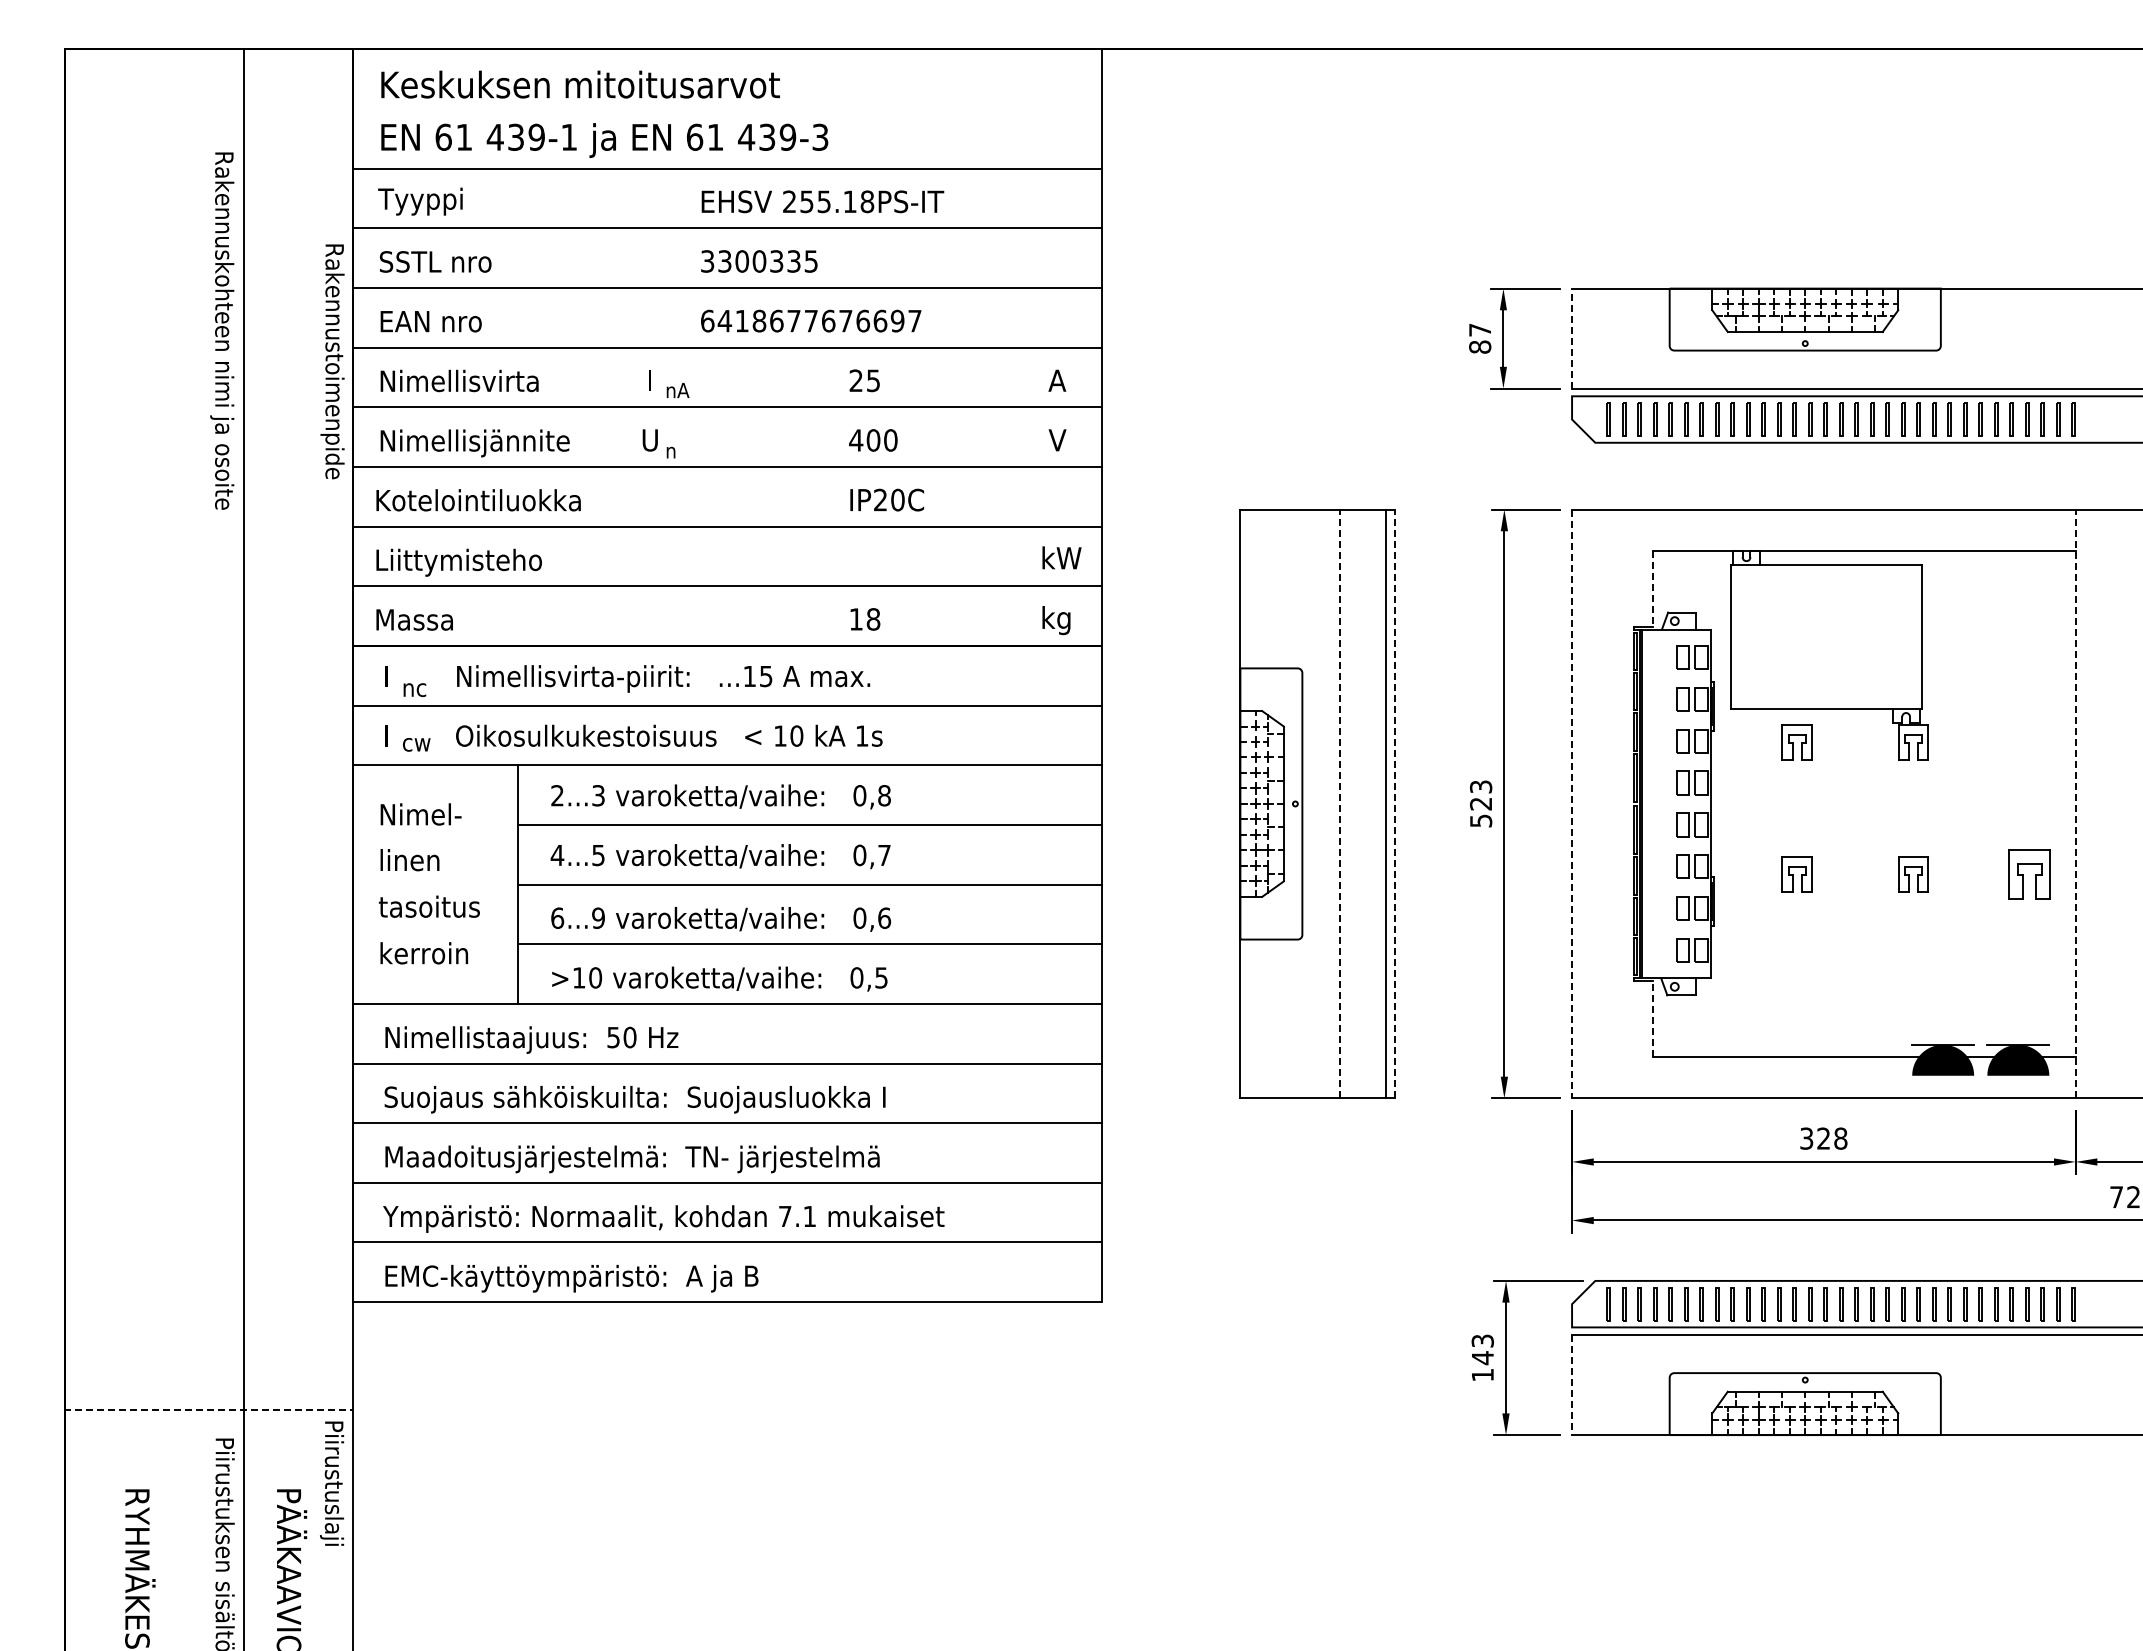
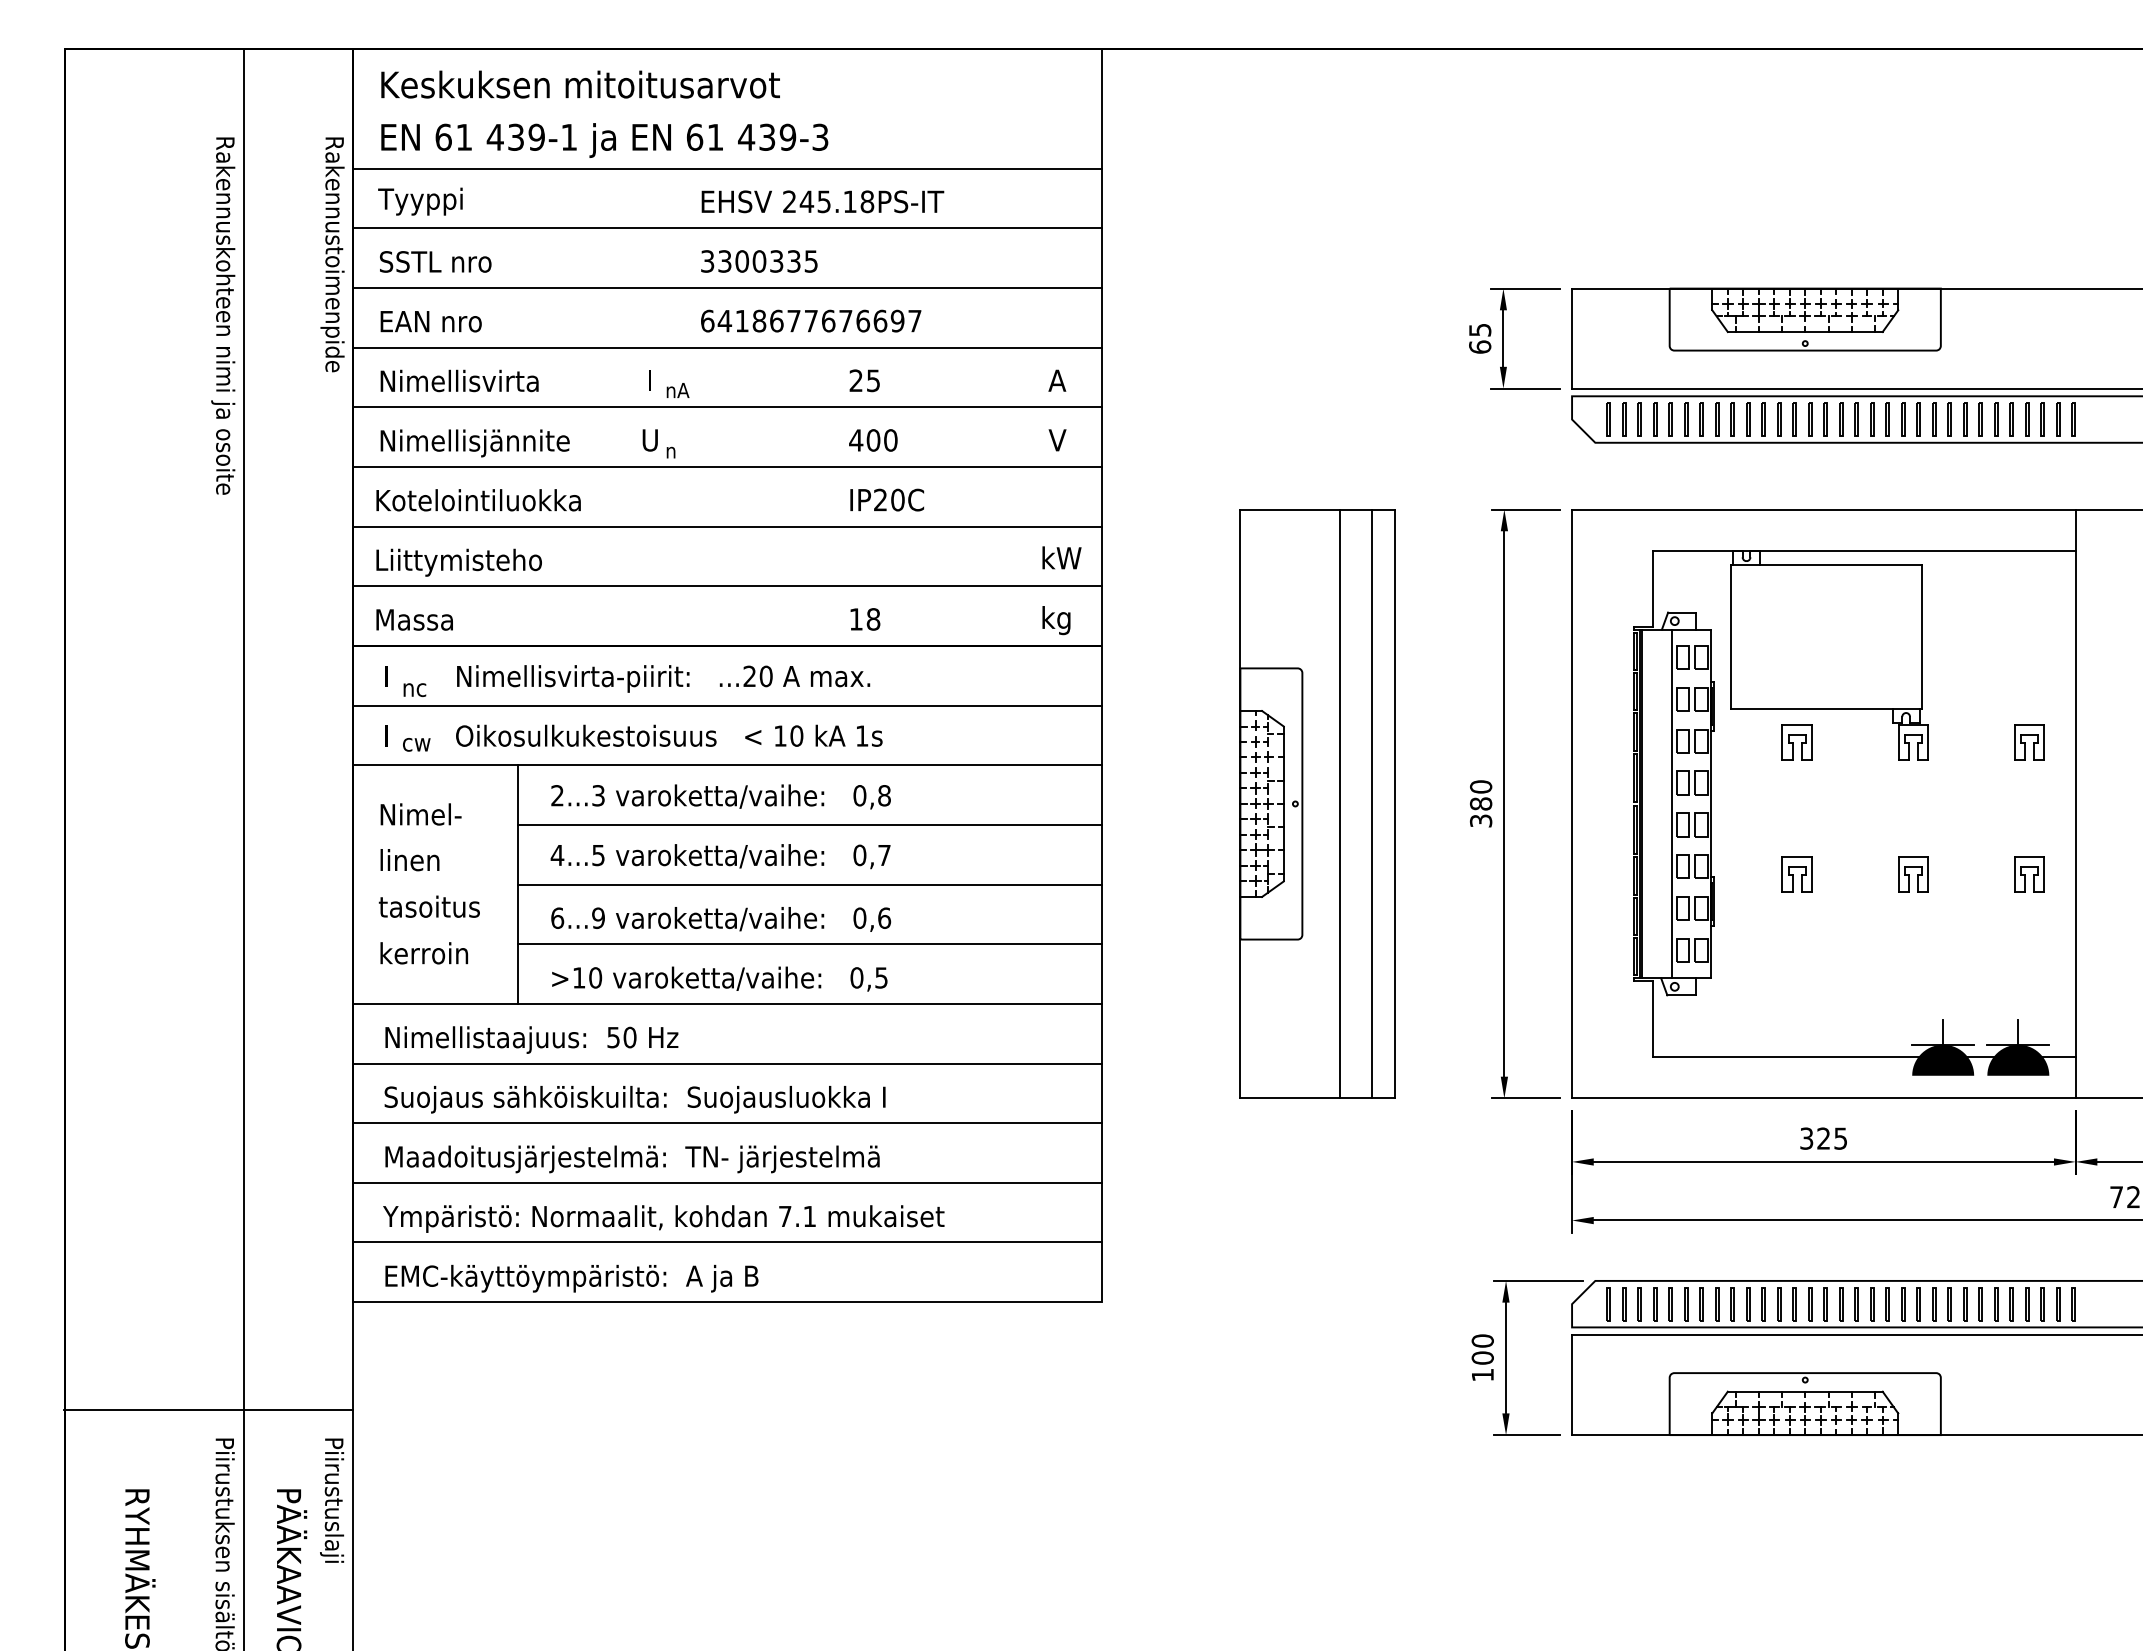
text at (806, 201): 255.18PS-IT -> 245.18PS-IT
text at (222, 330) position: (222, 330) -> (223, 315)
text at (1480, 338): 87 -> 65
line at (1572, 338): dashed -> solid
text at (332, 361) position: (332, 361) -> (332, 254)
line at (1652, 588): dashed -> solid
text at (757, 676): ...15 -> ...20
part at (2029, 742): none -> present
line at (1340, 803): dashed -> solid
line at (1386, 803) position: (1386, 803) -> (1372, 803)
line at (1395, 803): dashed -> solid
text at (1480, 803): 523 -> 380
line at (1671, 803): none -> present
line at (2075, 803): dashed -> solid
line at (1572, 804): dashed -> solid
part at (2029, 874) size: 43x51 px -> 31x37 px
line at (1652, 1018): dashed -> solid
line at (1943, 1031): none -> present
line at (2018, 1031): none -> present
text at (1840, 1138): 328 -> 325
text at (1482, 1349): 143 -> 100
line at (1572, 1385): dashed -> solid
line at (209, 1409): dashed -> solid
text at (332, 1483) position: (332, 1483) -> (332, 1500)
